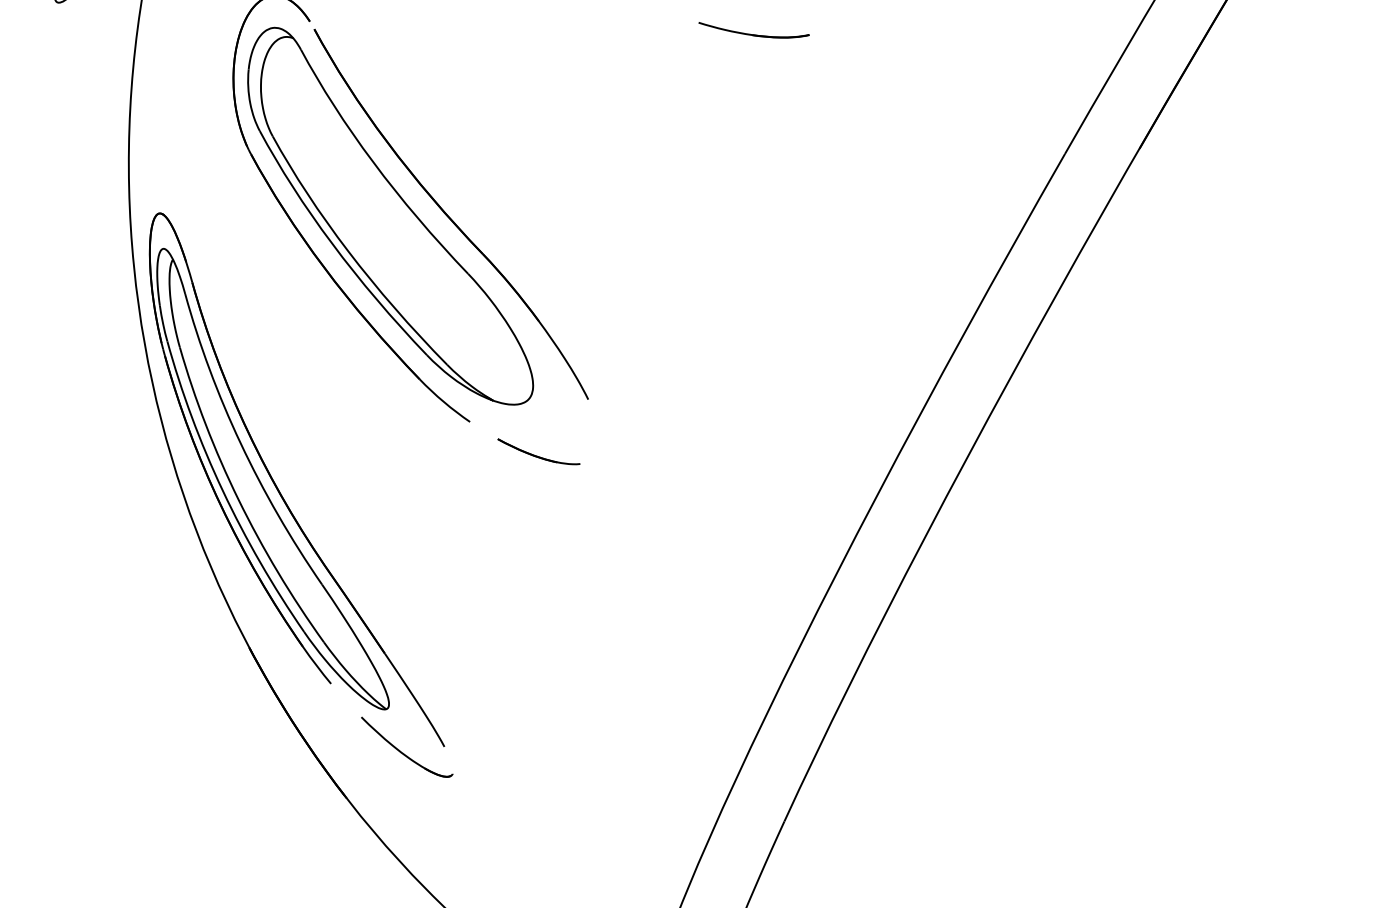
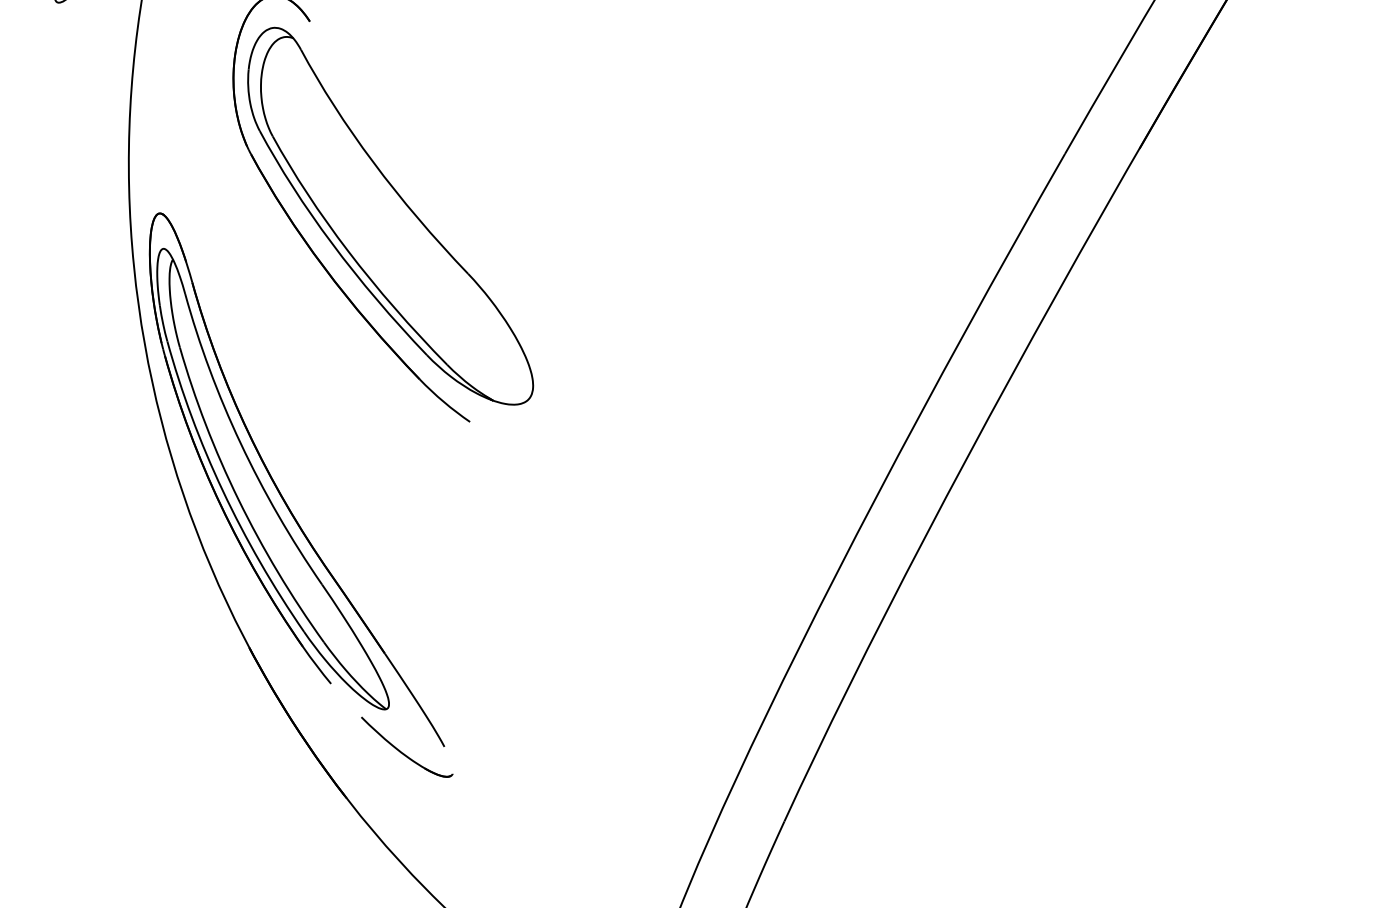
part at (753, 30): present -> none
part at (450, 213): present -> none
part at (538, 451): present -> none
